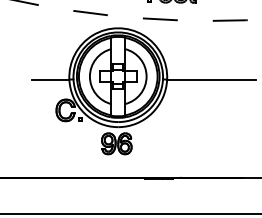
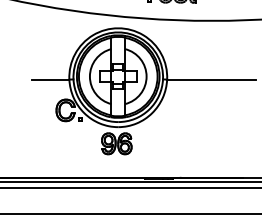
arc at (137, 17): dashed -> solid
line at (130, 181): none -> present
line at (130, 188): none -> present
